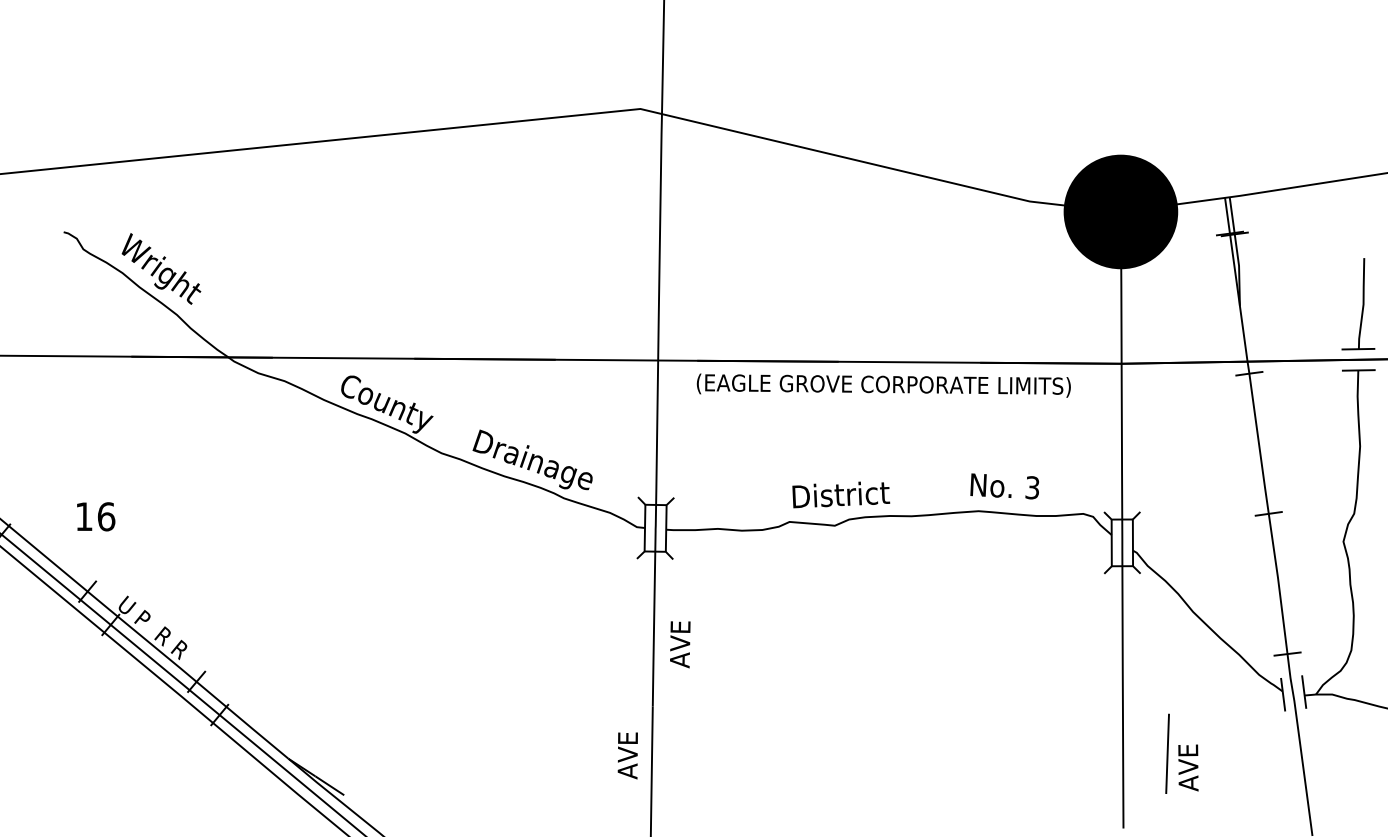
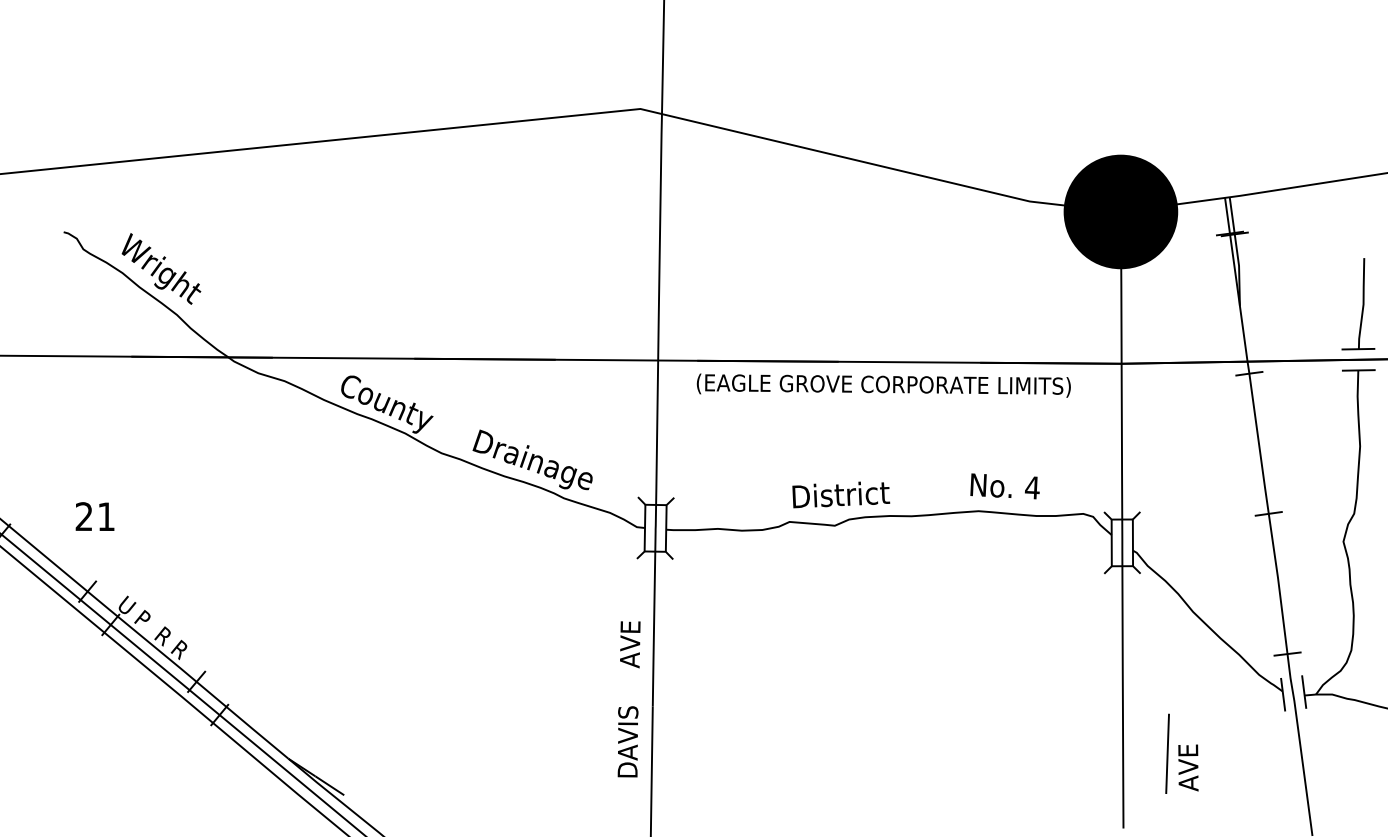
text at (1031, 487): 3 -> 4
text at (95, 516): 16 -> 21
text at (680, 644) position: (680, 644) -> (630, 644)
text at (627, 742): AVE -> DAVIS
